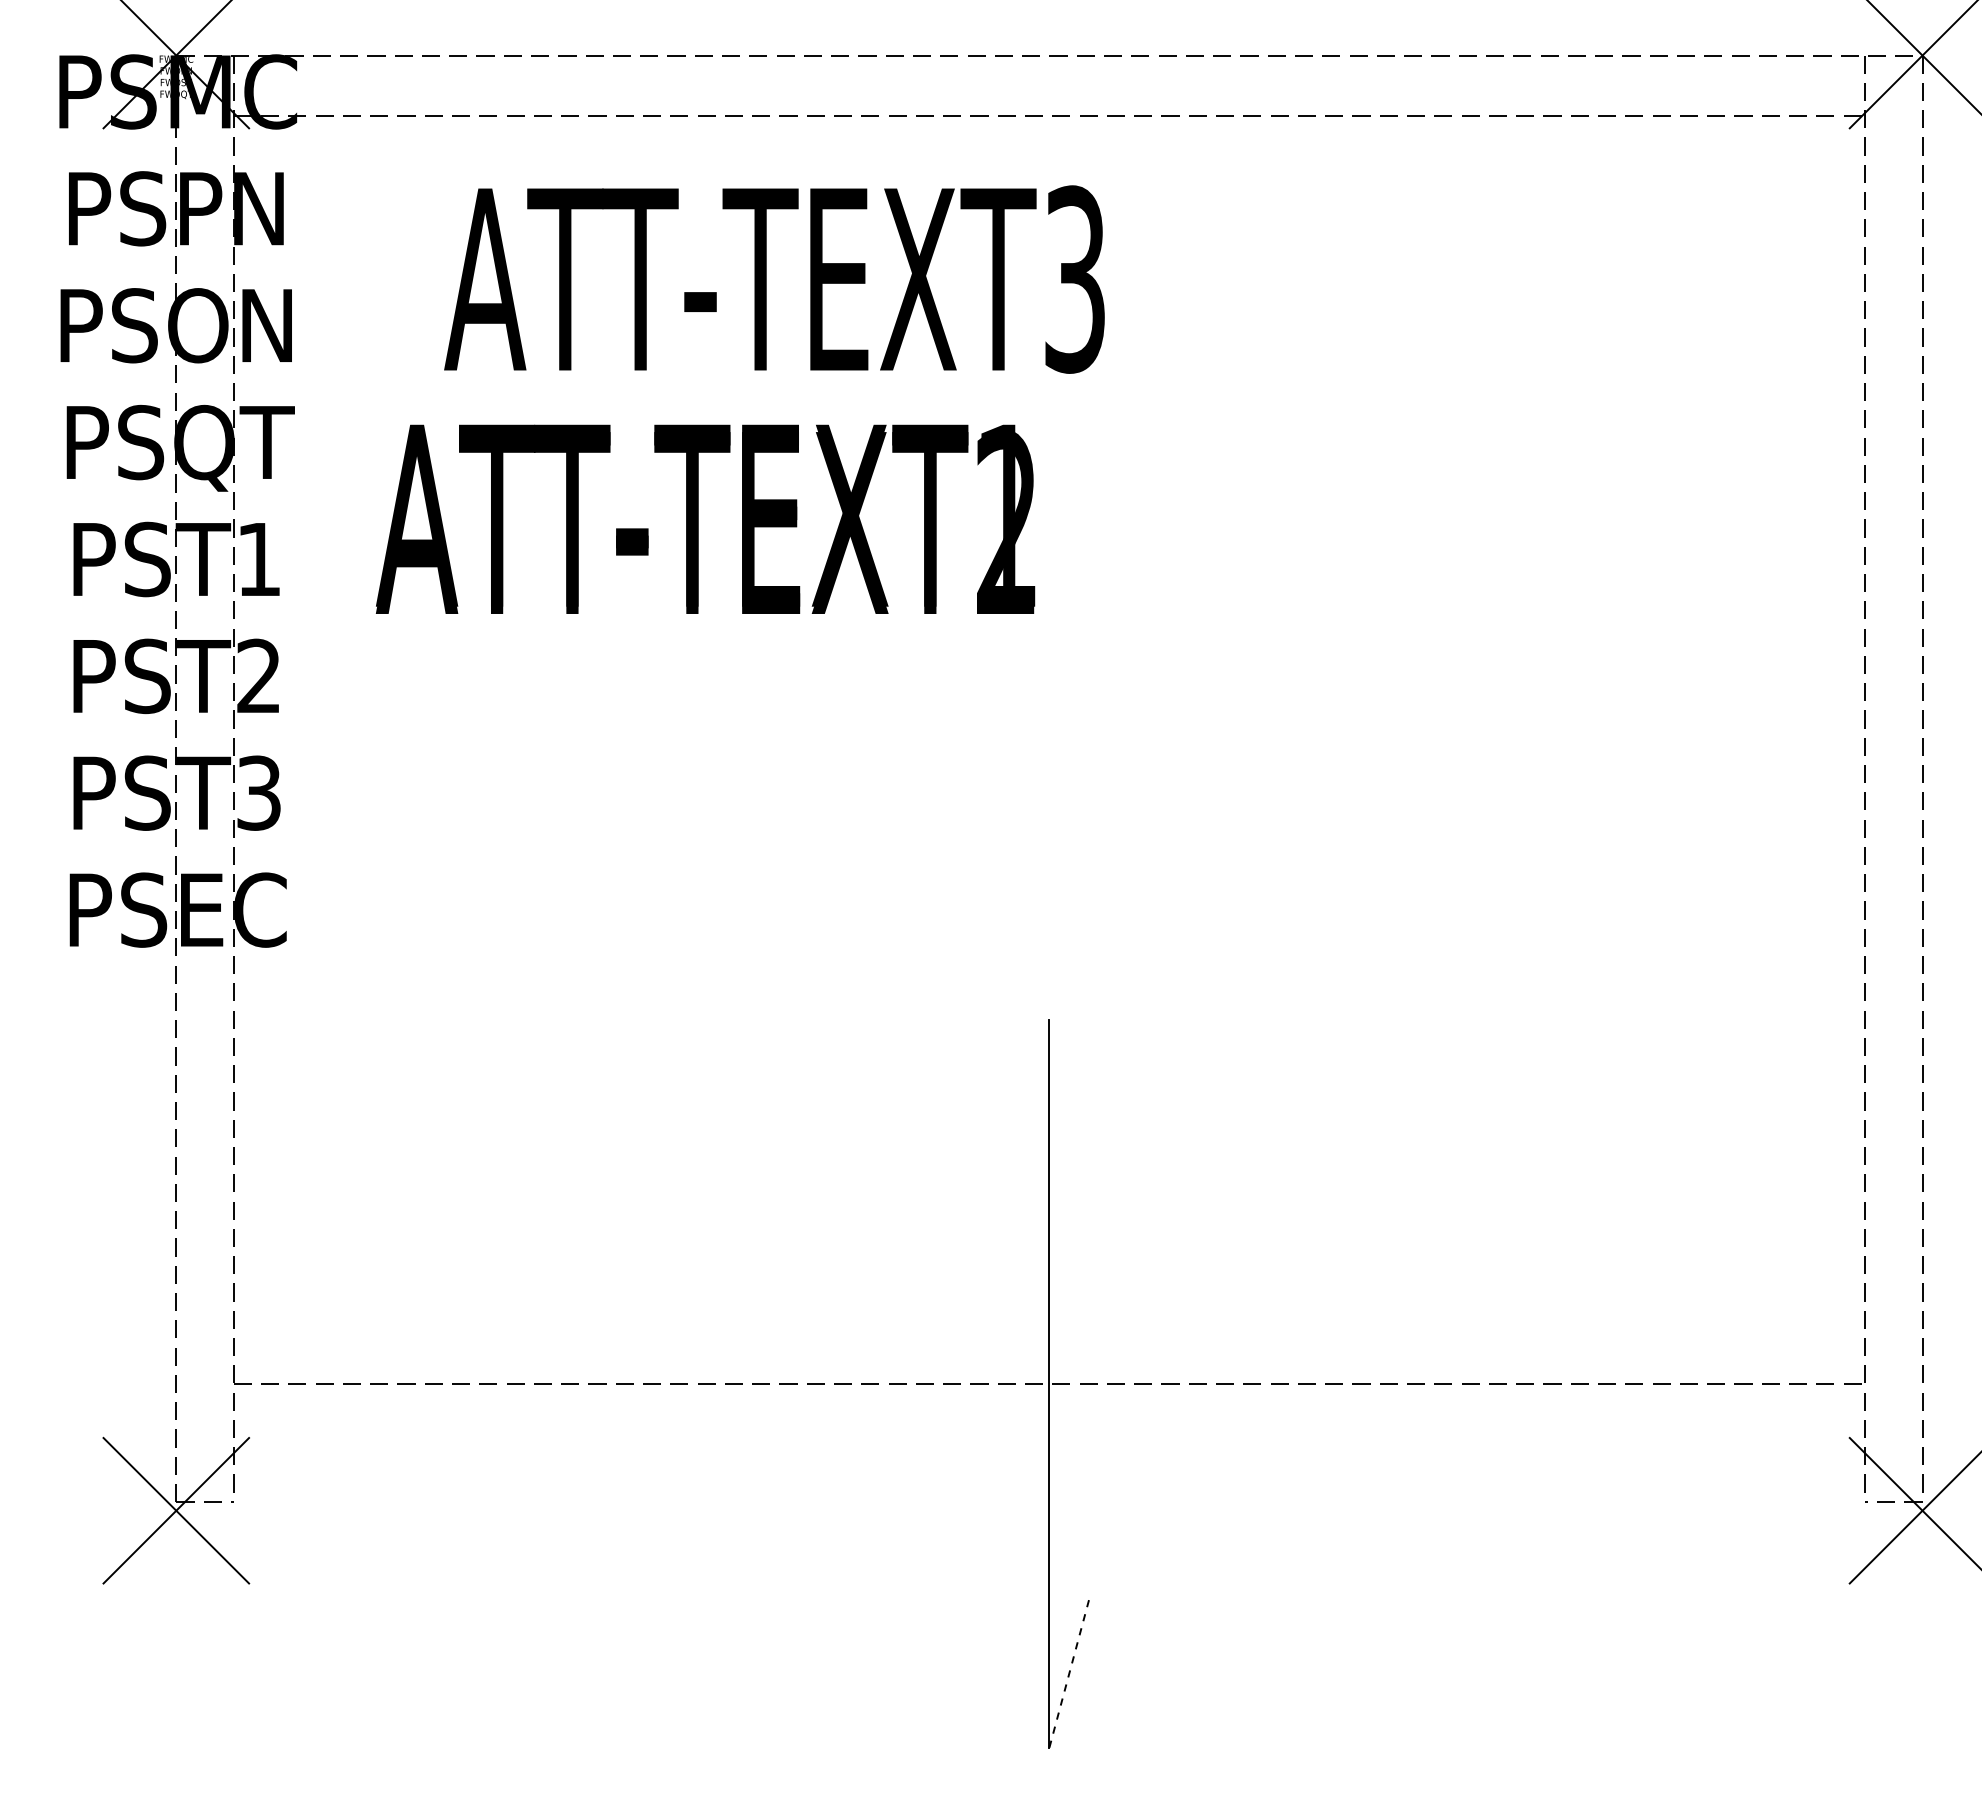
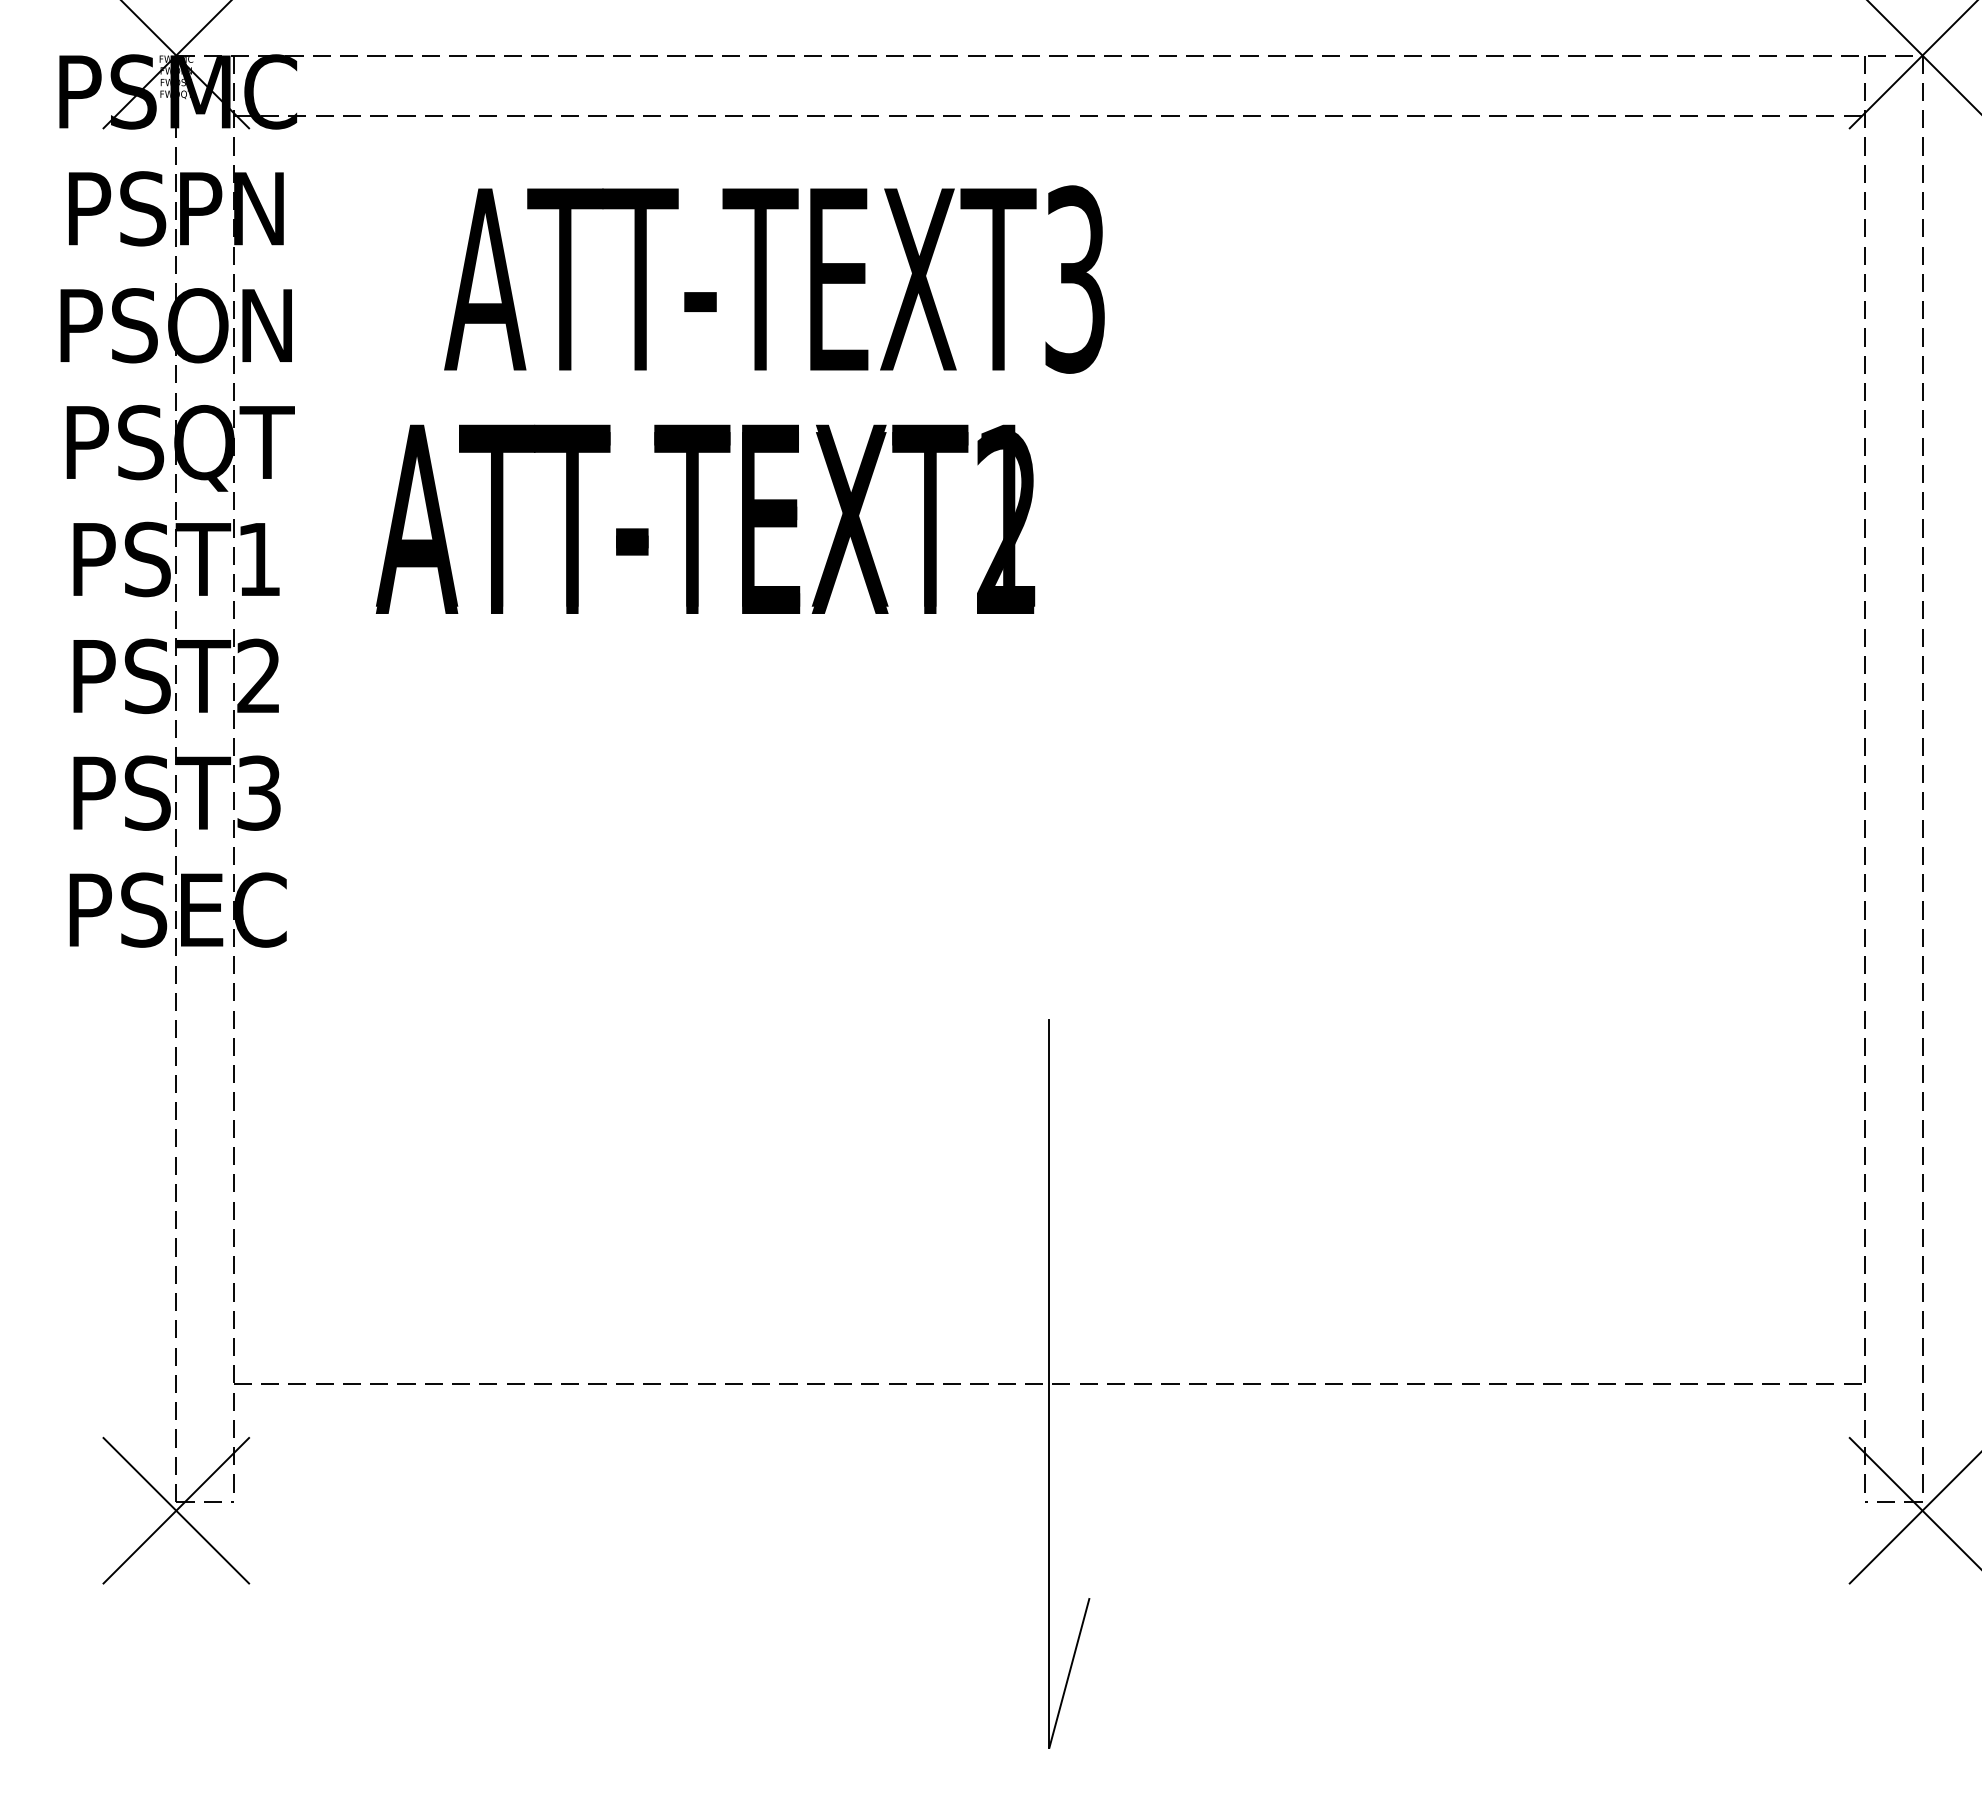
line at (1069, 1673): dashed -> solid
